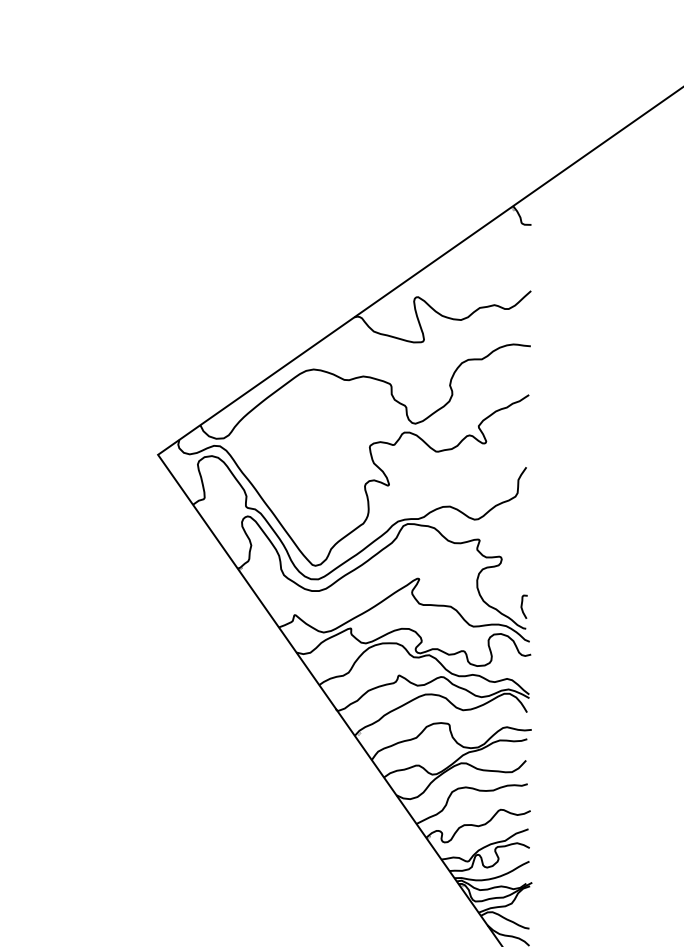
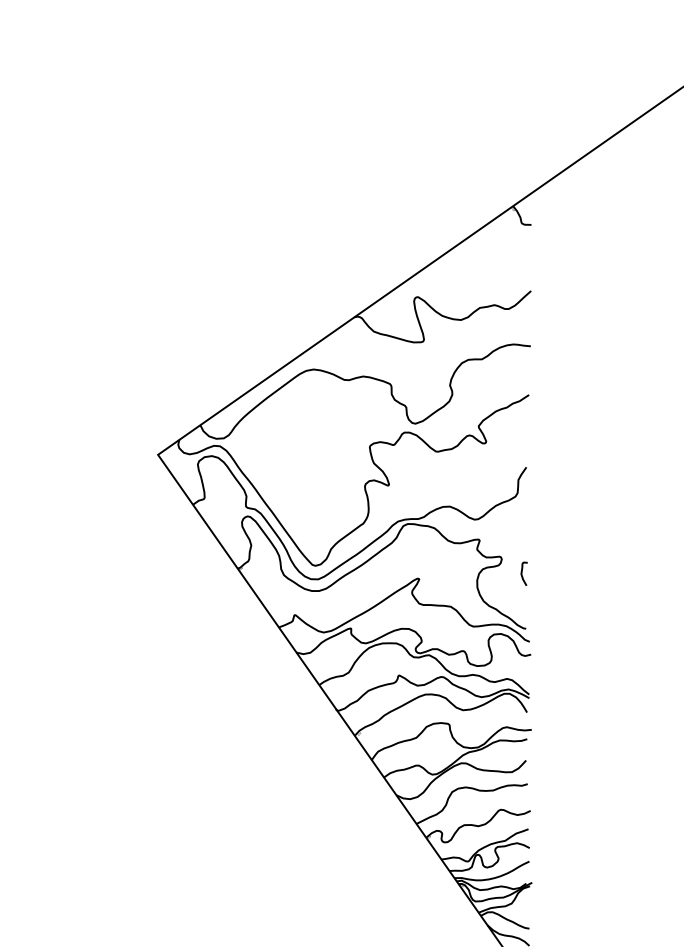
curve at (522, 606) position: (522, 606) -> (522, 573)
